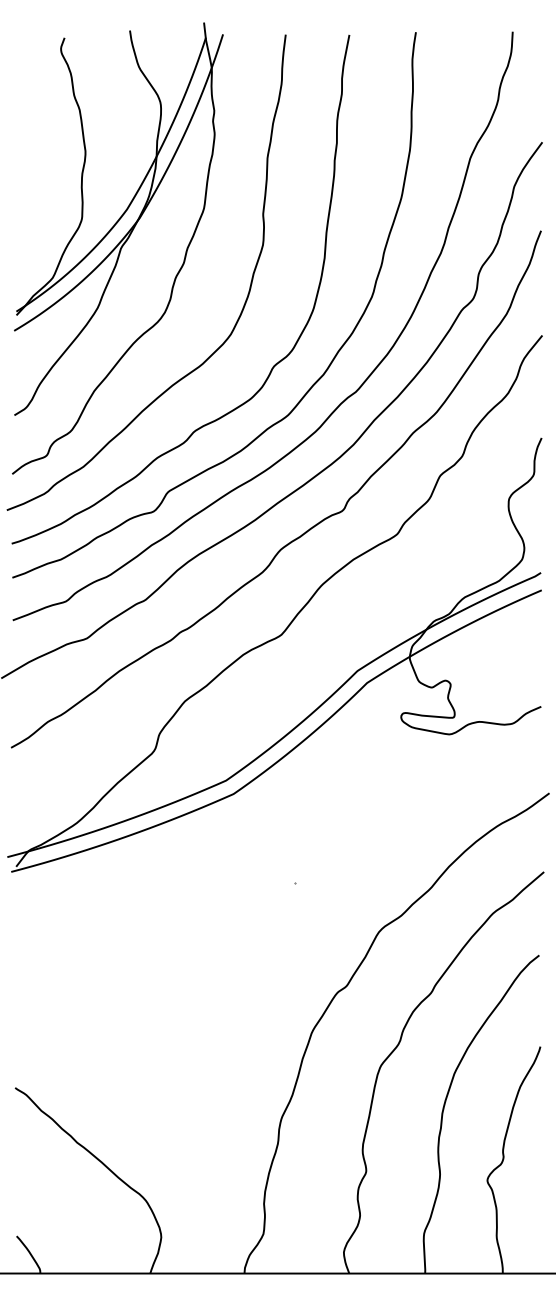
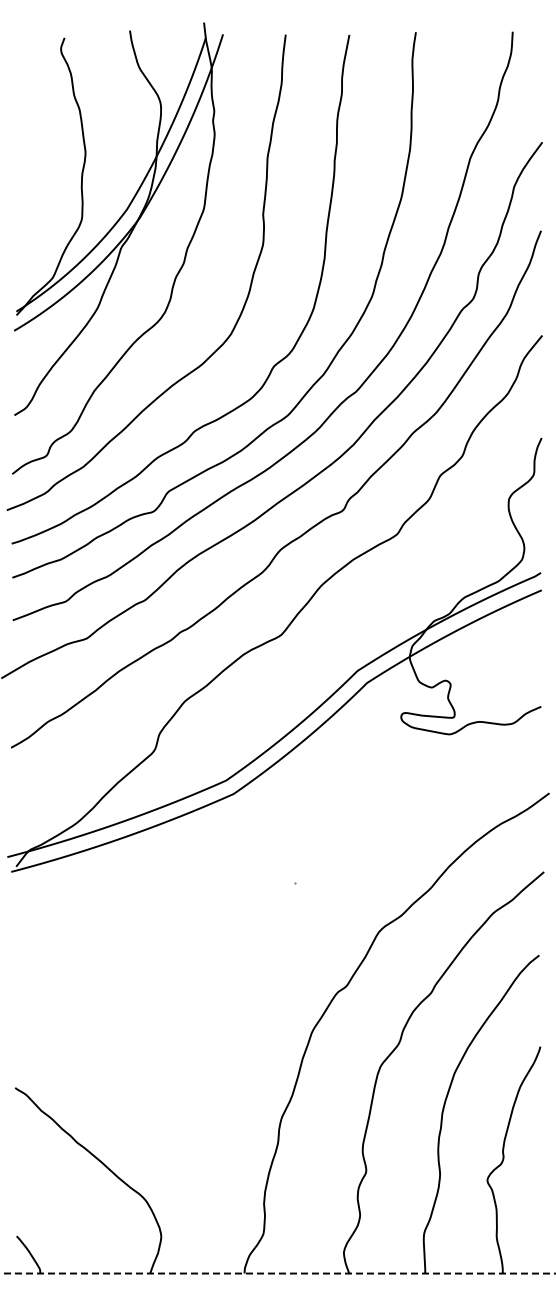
line at (277, 1273): solid -> dashed
